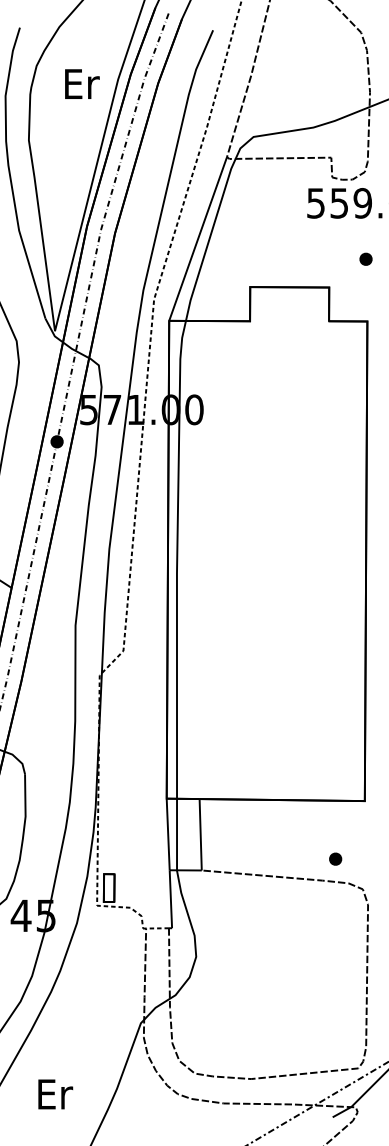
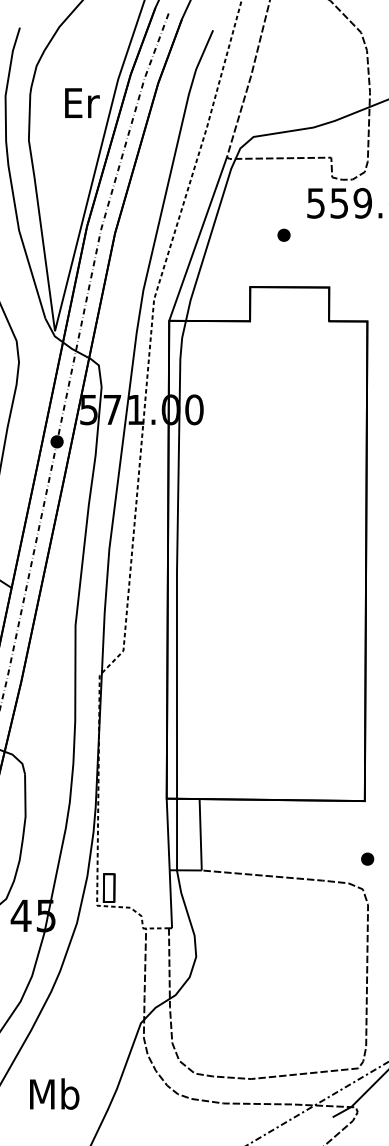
text at (82, 83) position: (82, 83) -> (82, 102)
part at (365, 258) position: (365, 258) -> (283, 234)
part at (335, 858) position: (335, 858) -> (367, 858)
text at (54, 1093): Er -> Mb
